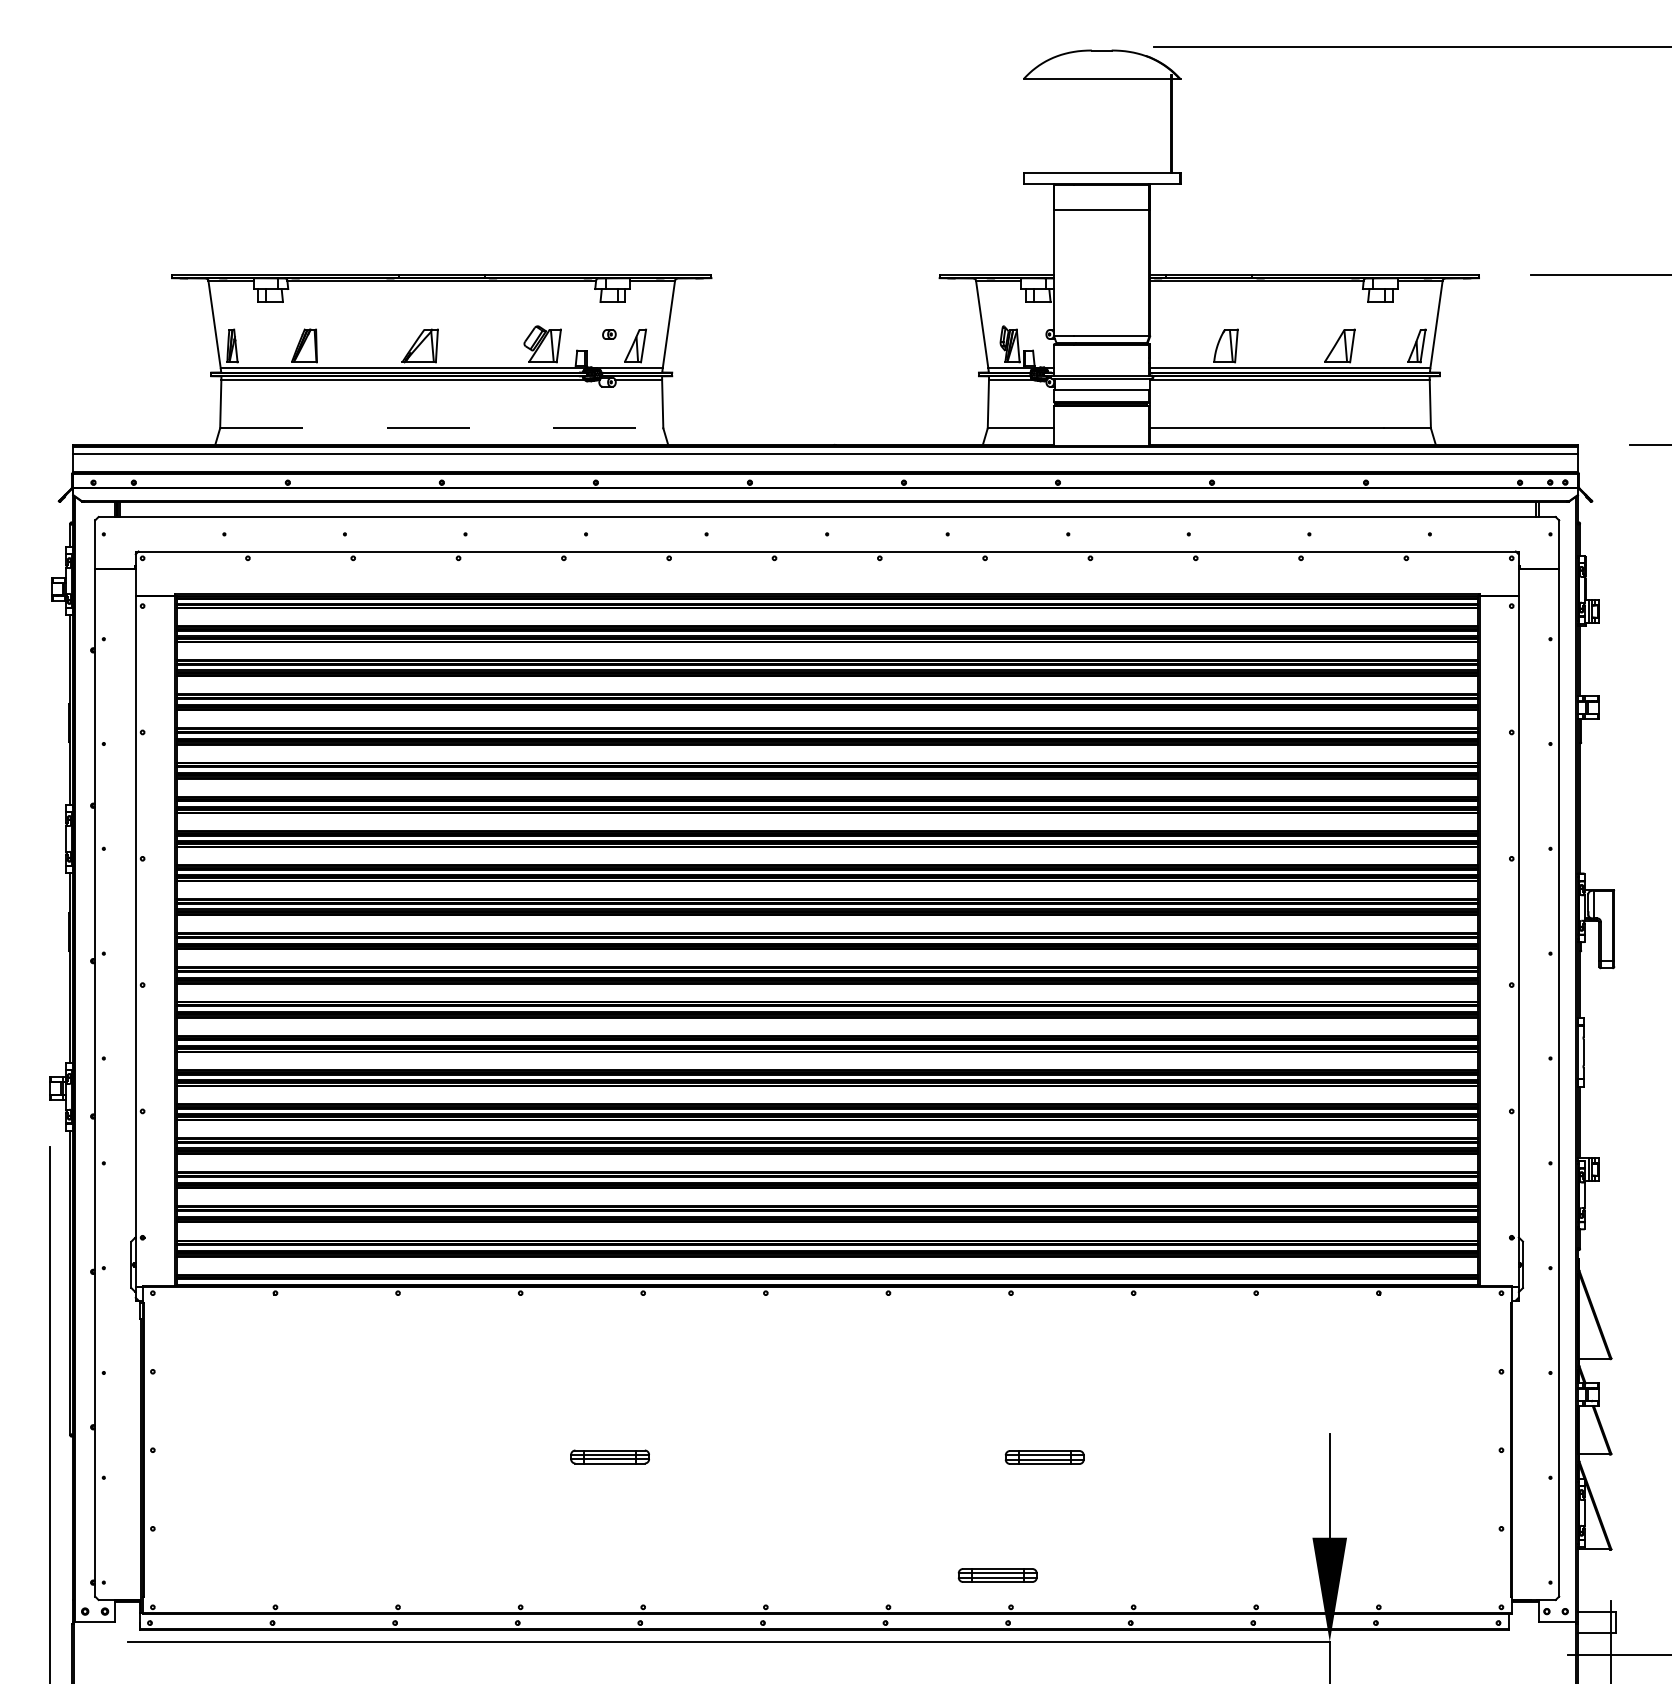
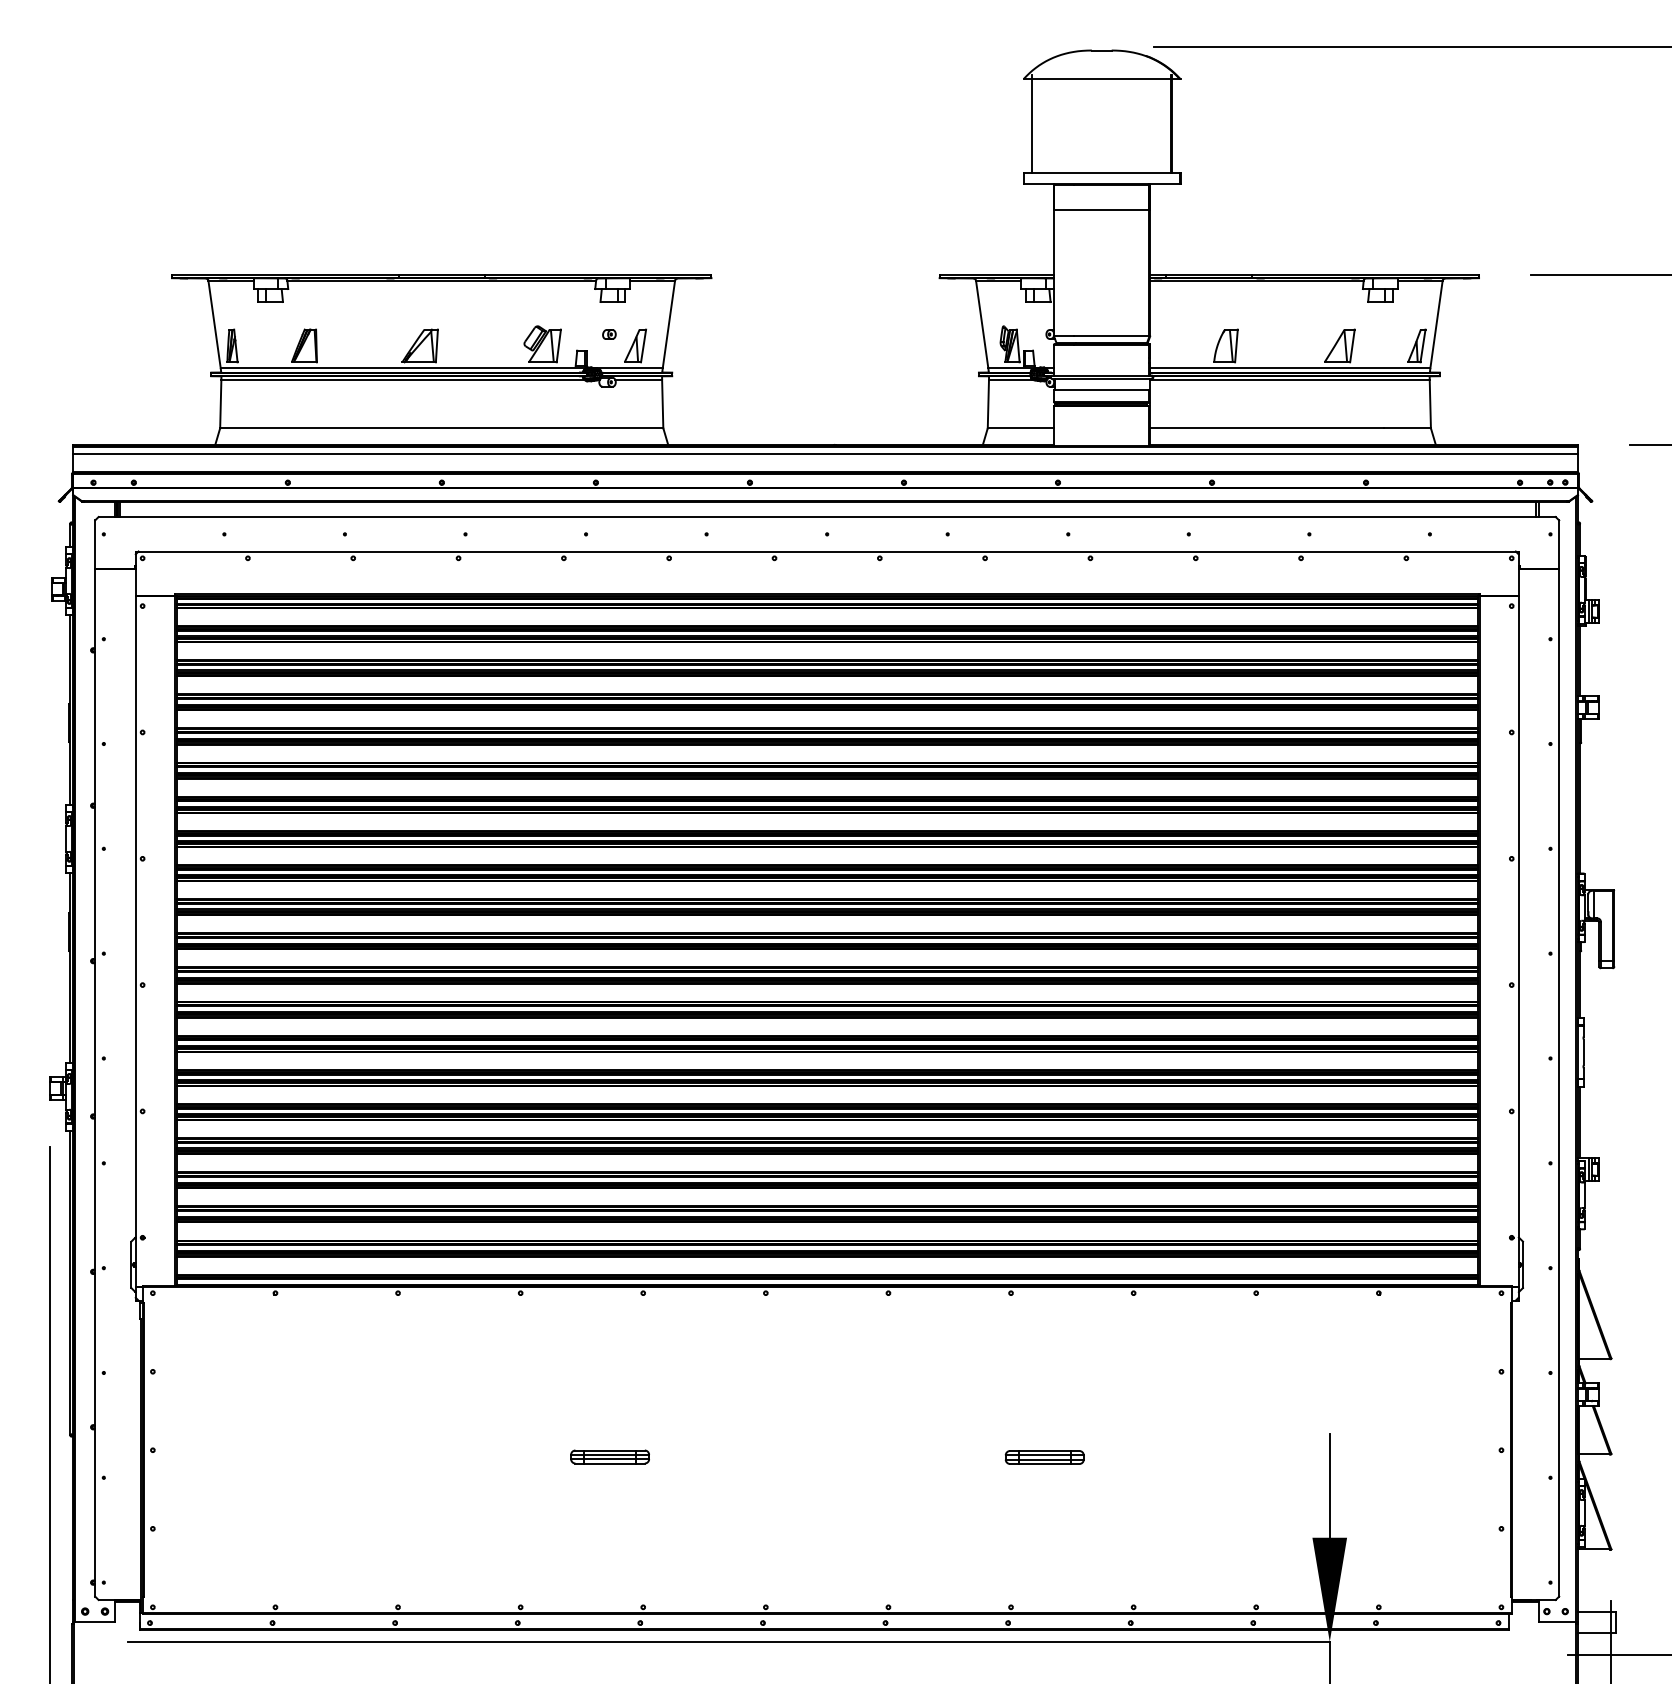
line at (1032, 124): none -> present
line at (441, 428): dashed -> solid
part at (997, 1575): present -> none
